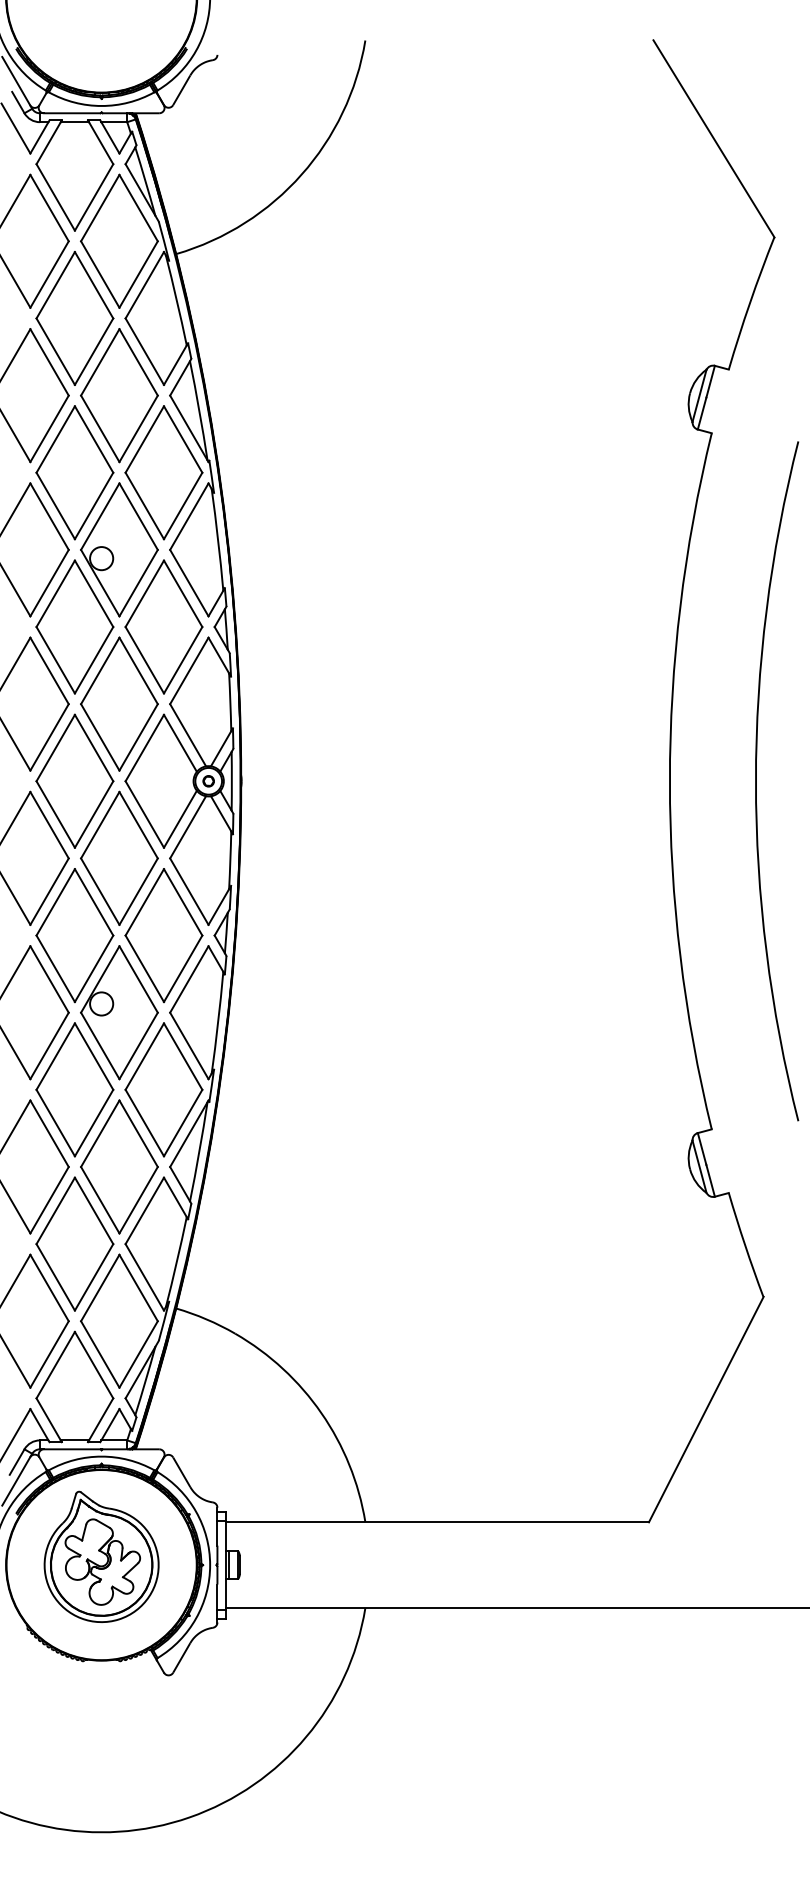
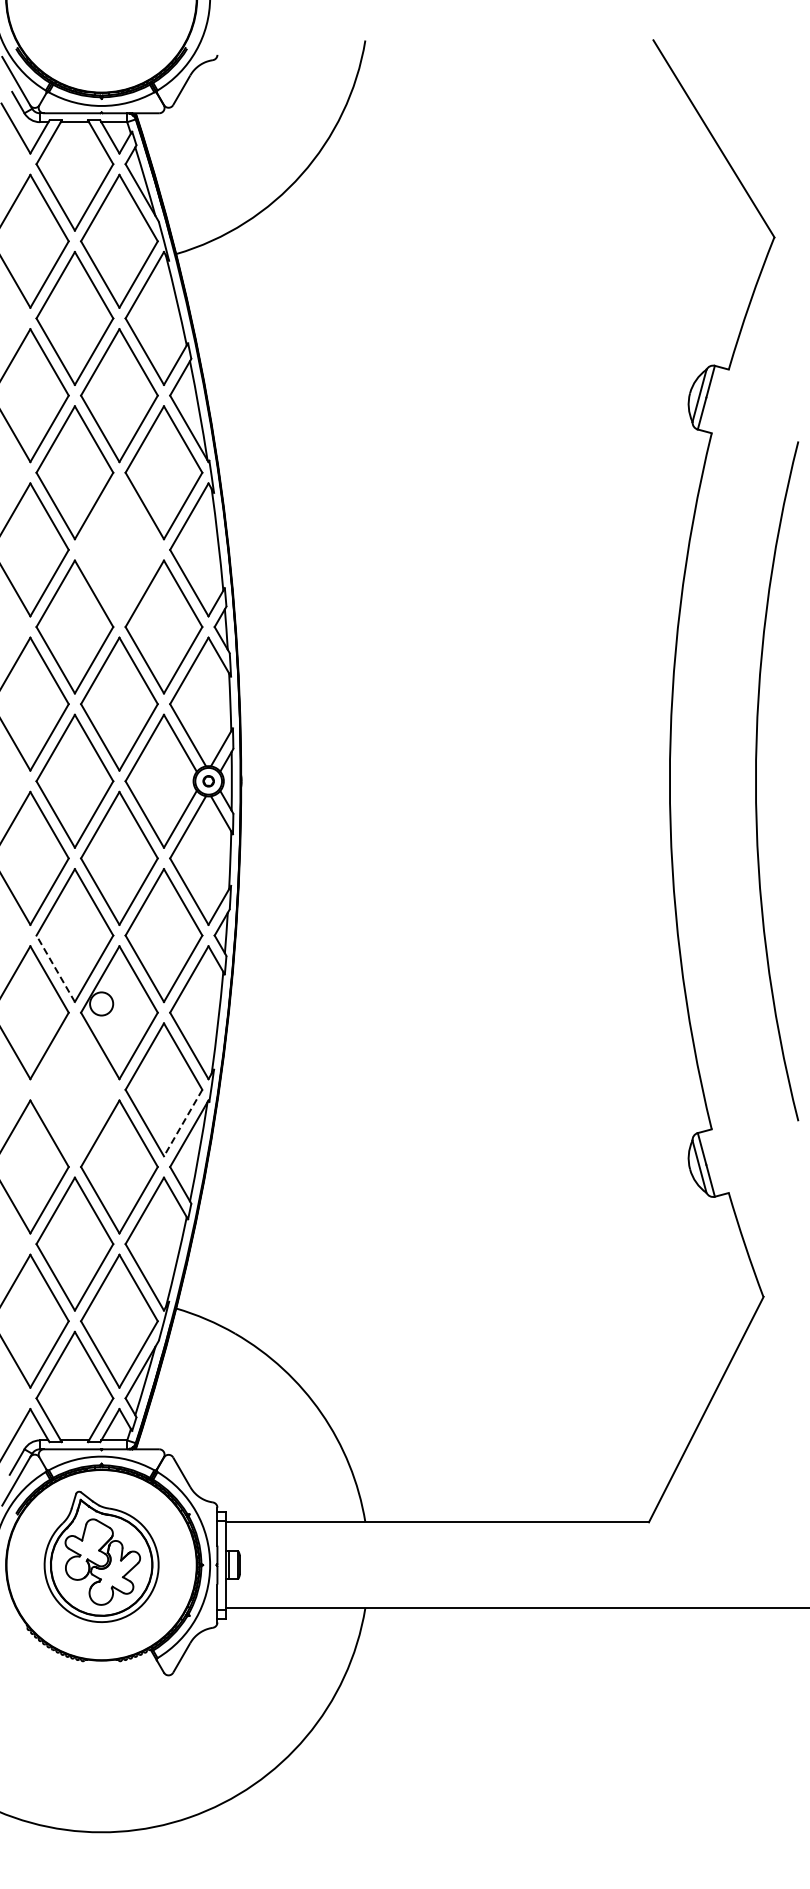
part at (119, 549): present -> none
line at (55, 968): solid -> dashed
part at (74, 1089): present -> none
line at (182, 1123): solid -> dashed
